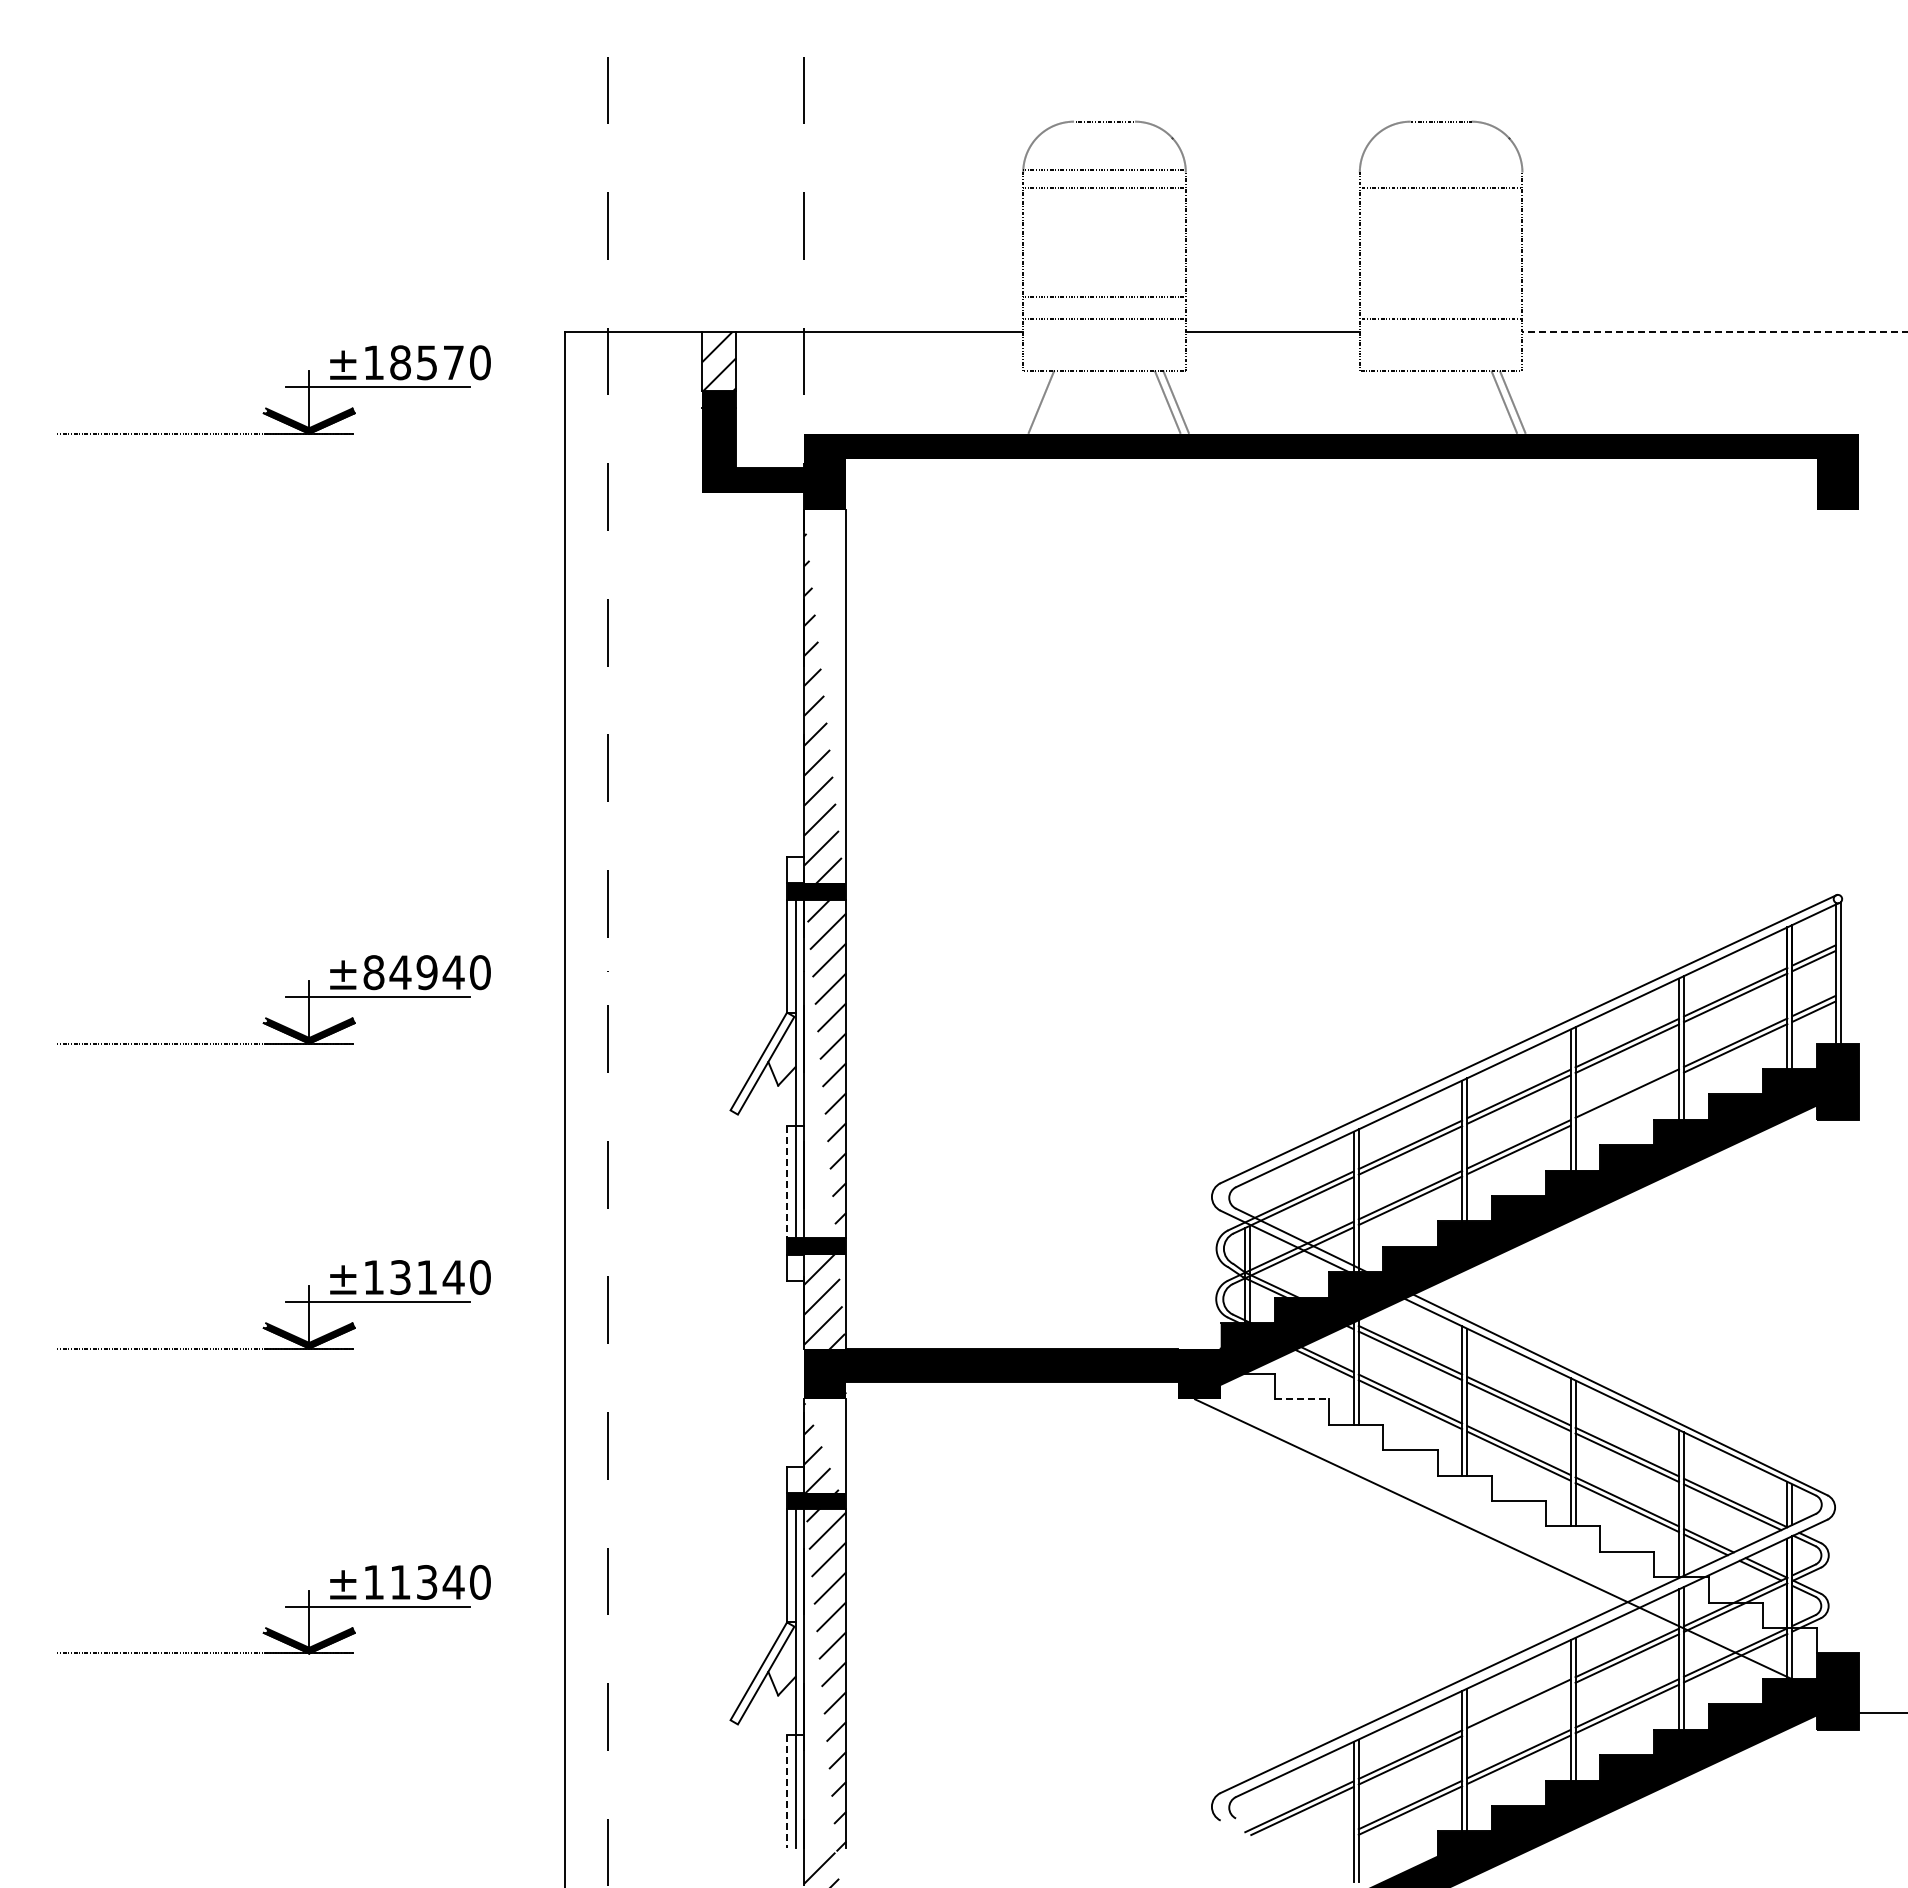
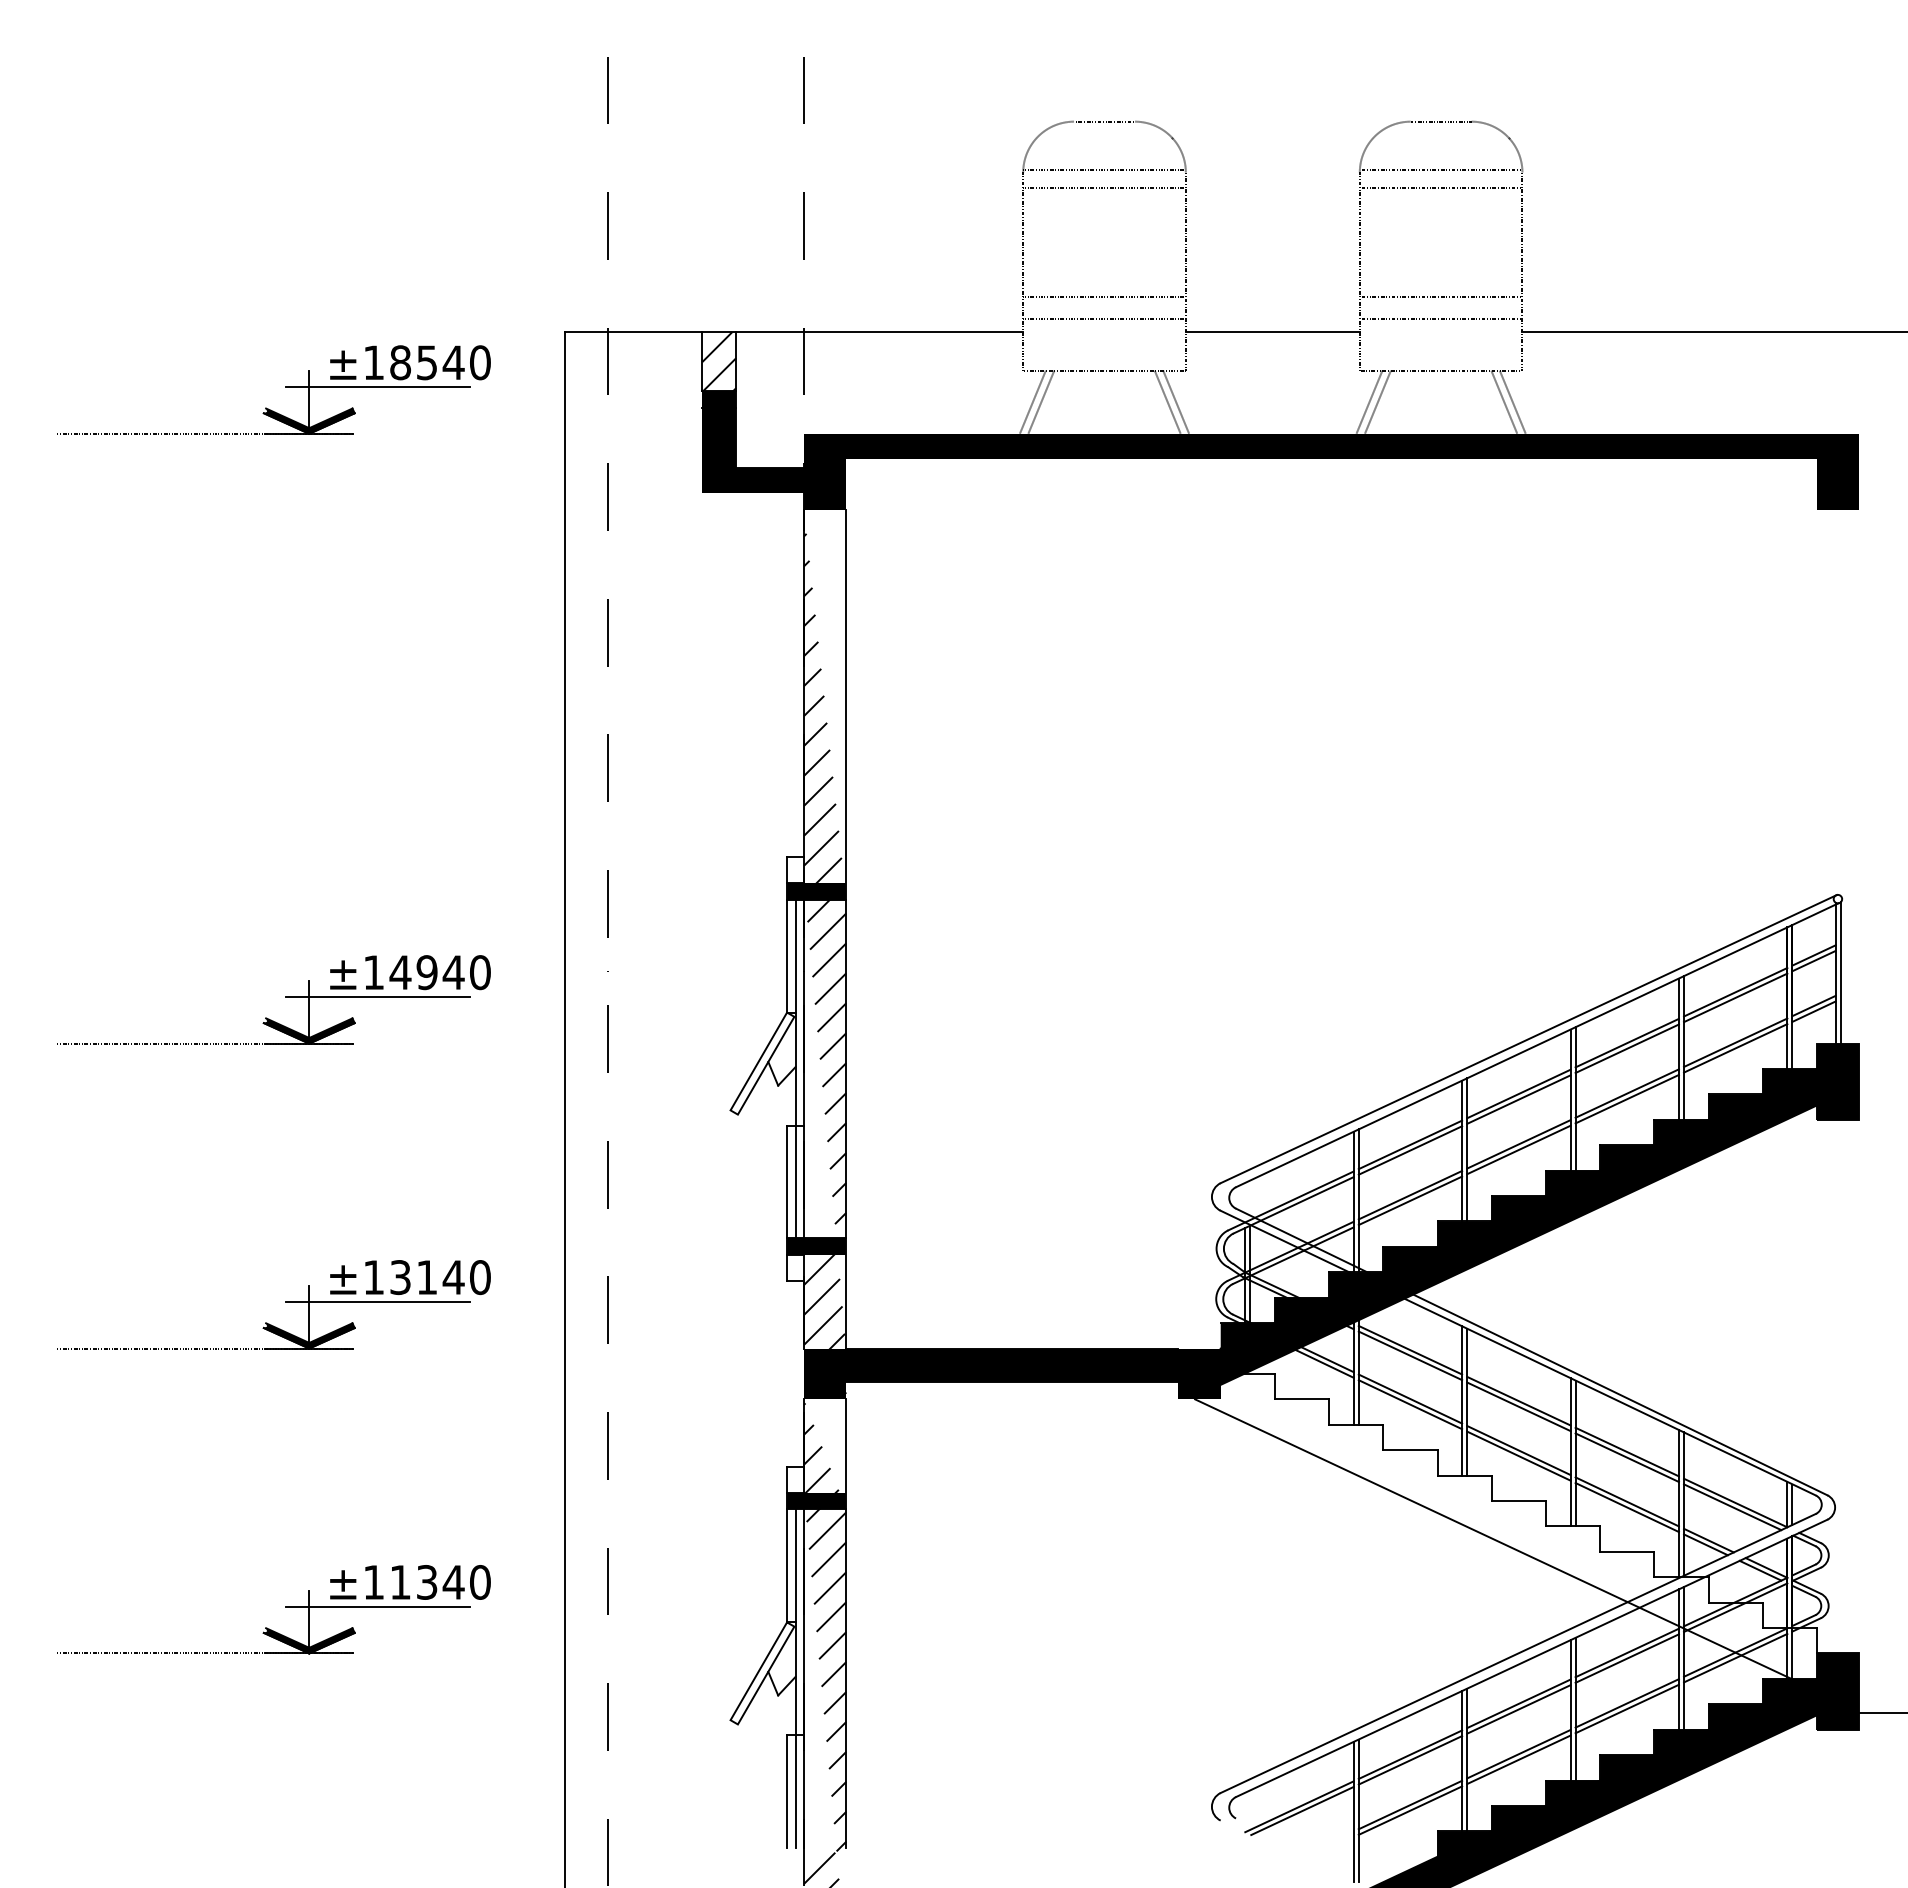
line at (1440, 170): none -> present
line at (1440, 296): none -> present
line at (1714, 332): dashed -> solid
text at (453, 362): ±18570 -> ±18540
line at (1032, 401): none -> present
line at (1369, 401): none -> present
line at (1377, 401): none -> present
text at (373, 972): ±84940 -> ±14940
line at (1626, 1098): none -> present
line at (787, 1182): dashed -> solid
line at (1302, 1399): dashed -> solid
line at (1518, 1709): none -> present
line at (787, 1792): dashed -> solid
